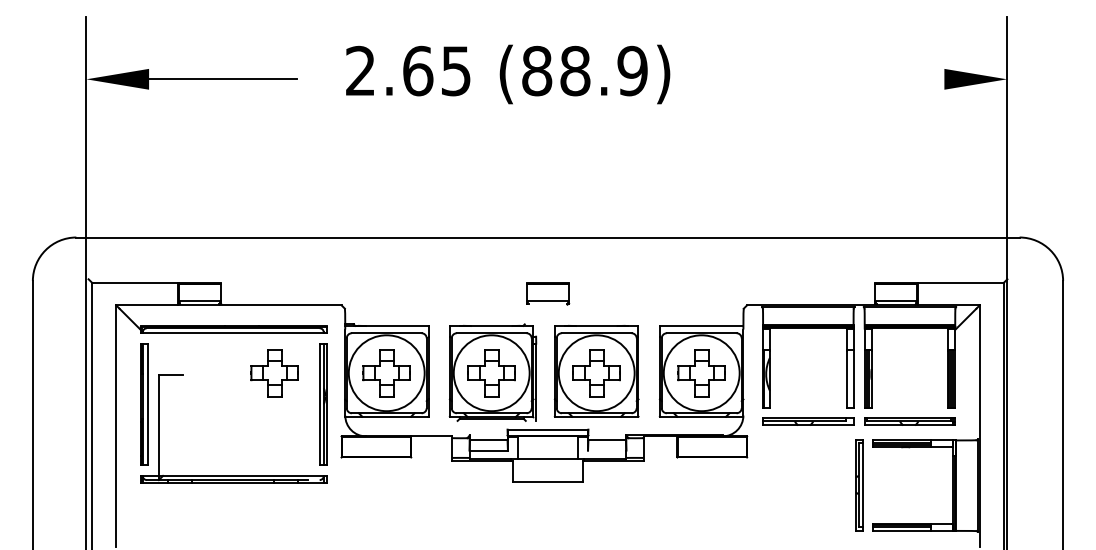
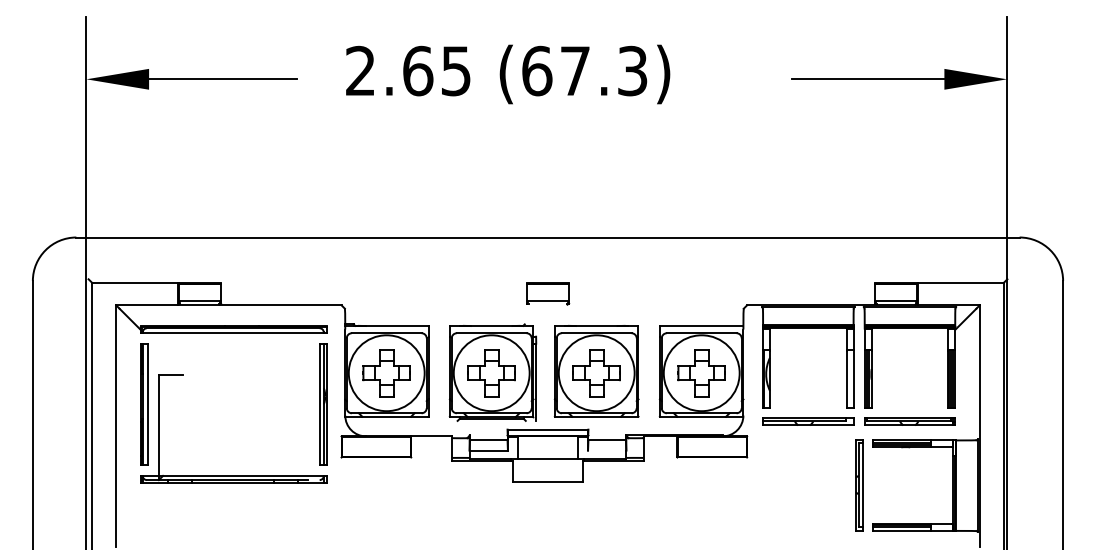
text at (584, 70): (88.9) -> (67.3)
line at (867, 79): none -> present
part at (274, 373): present -> none
